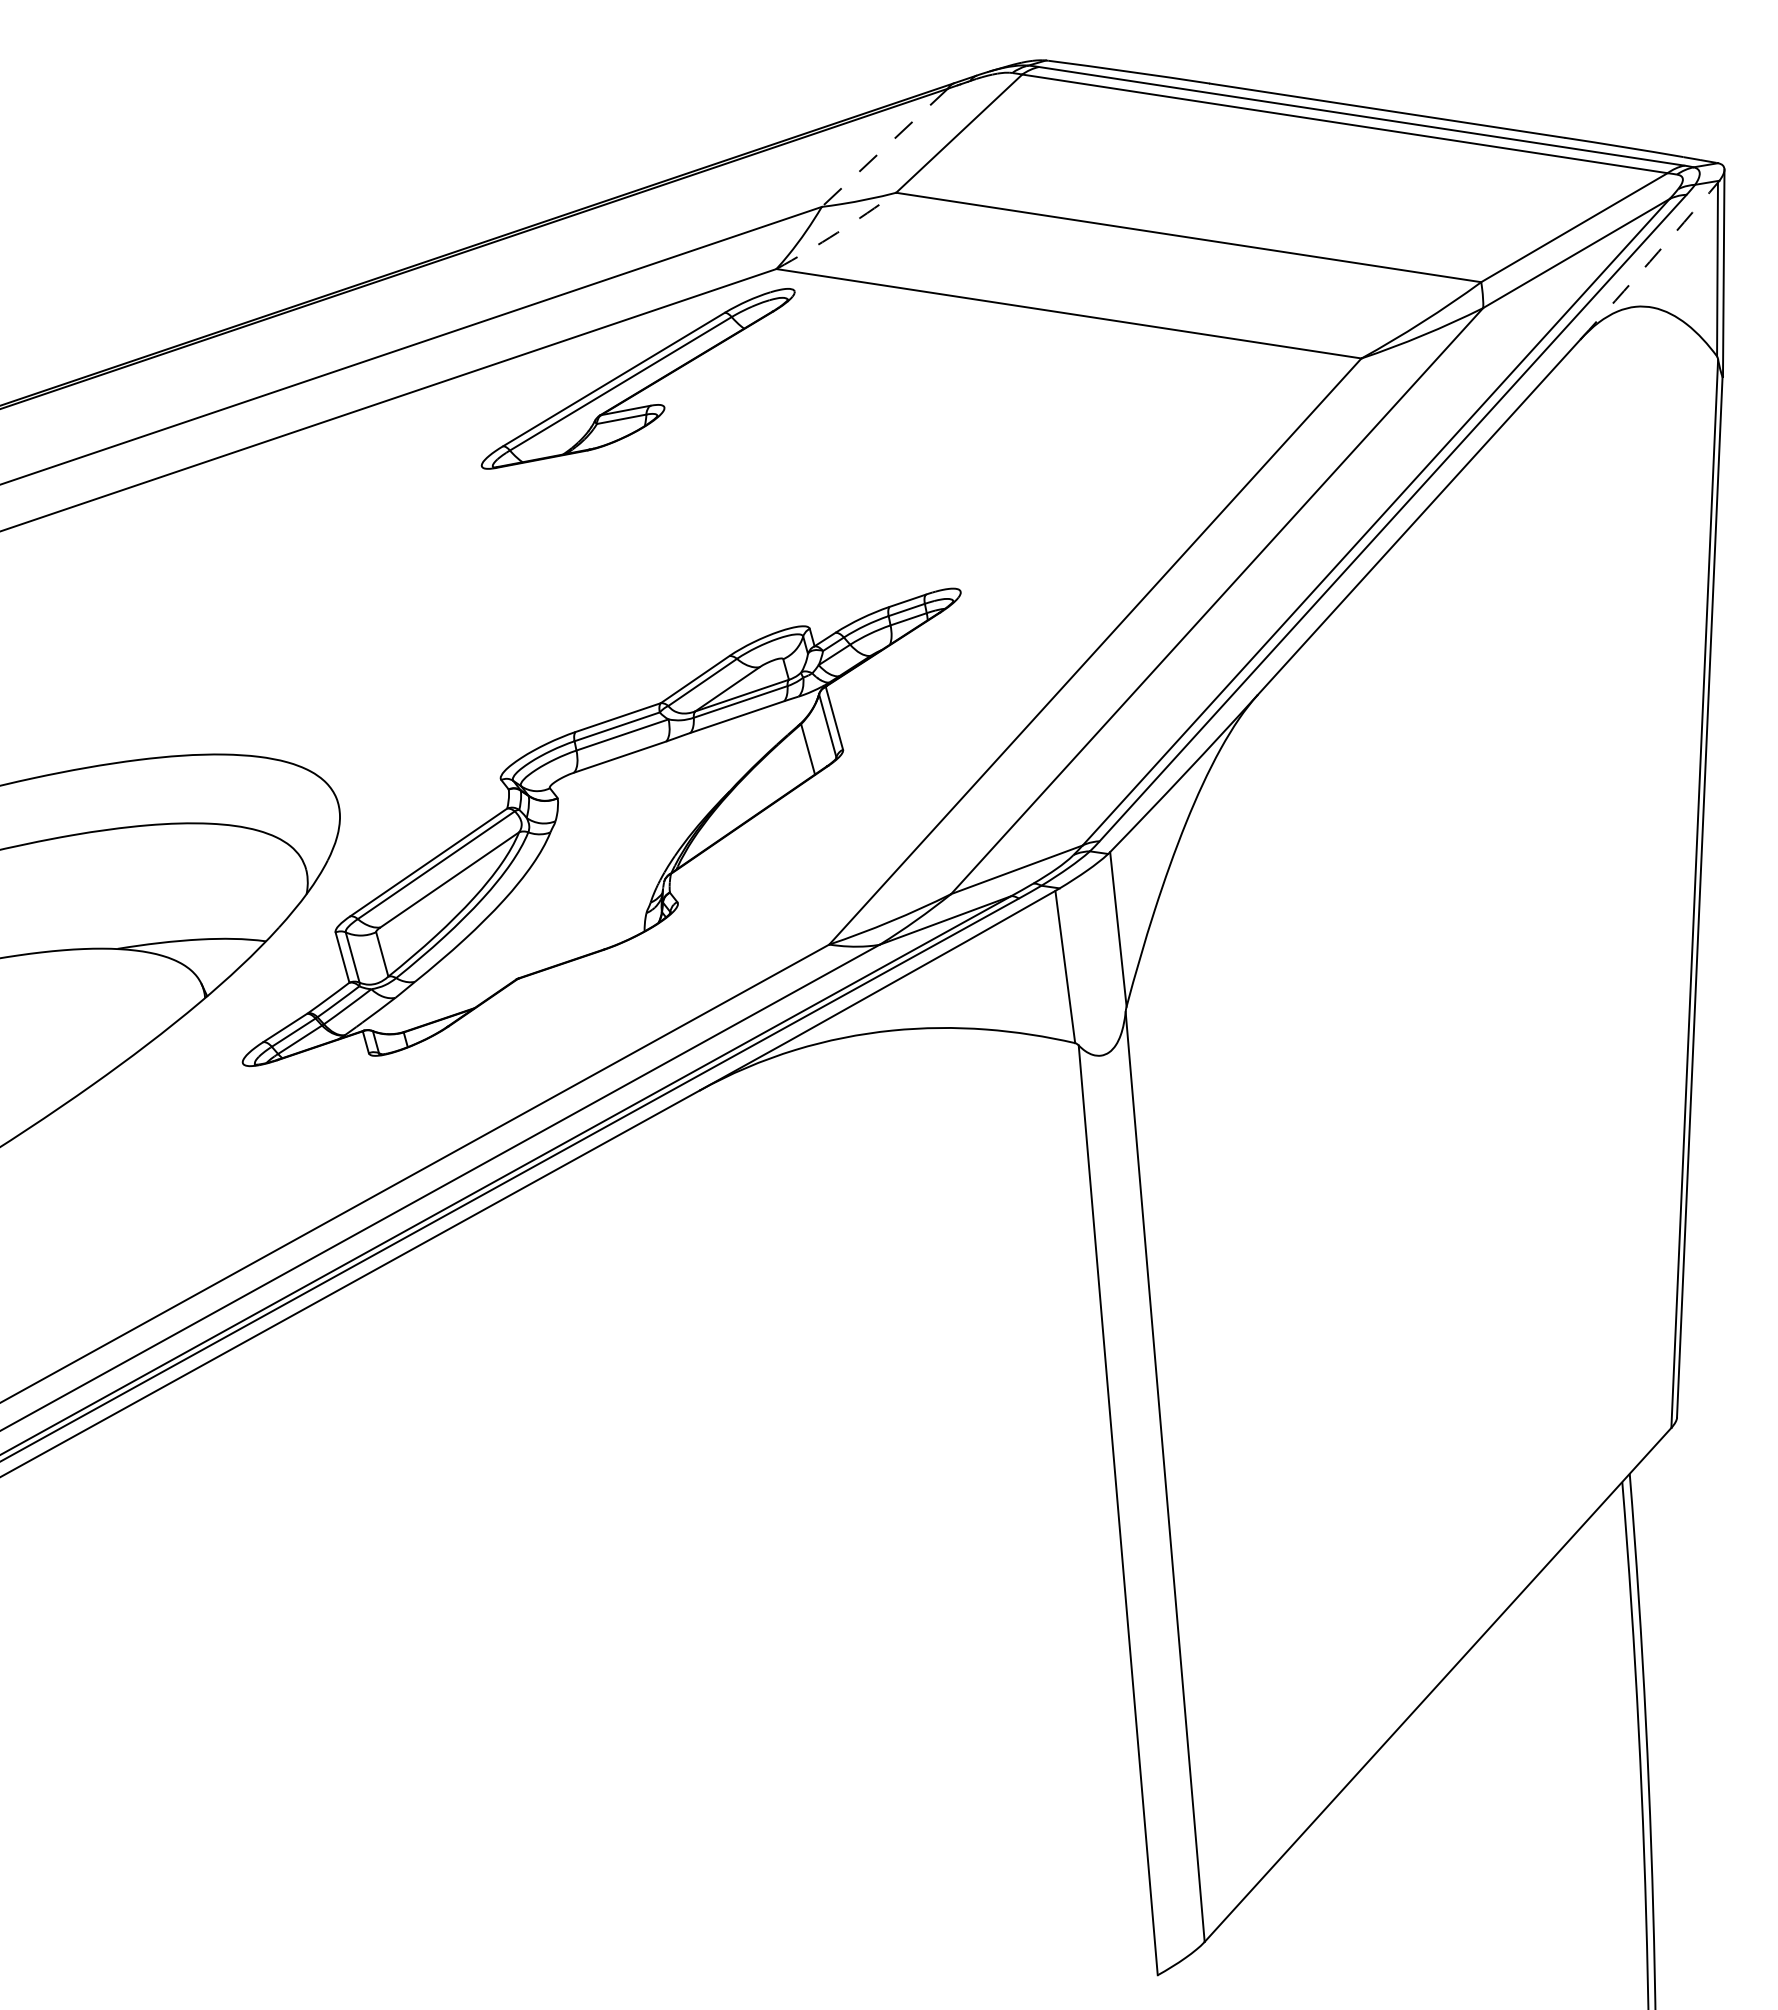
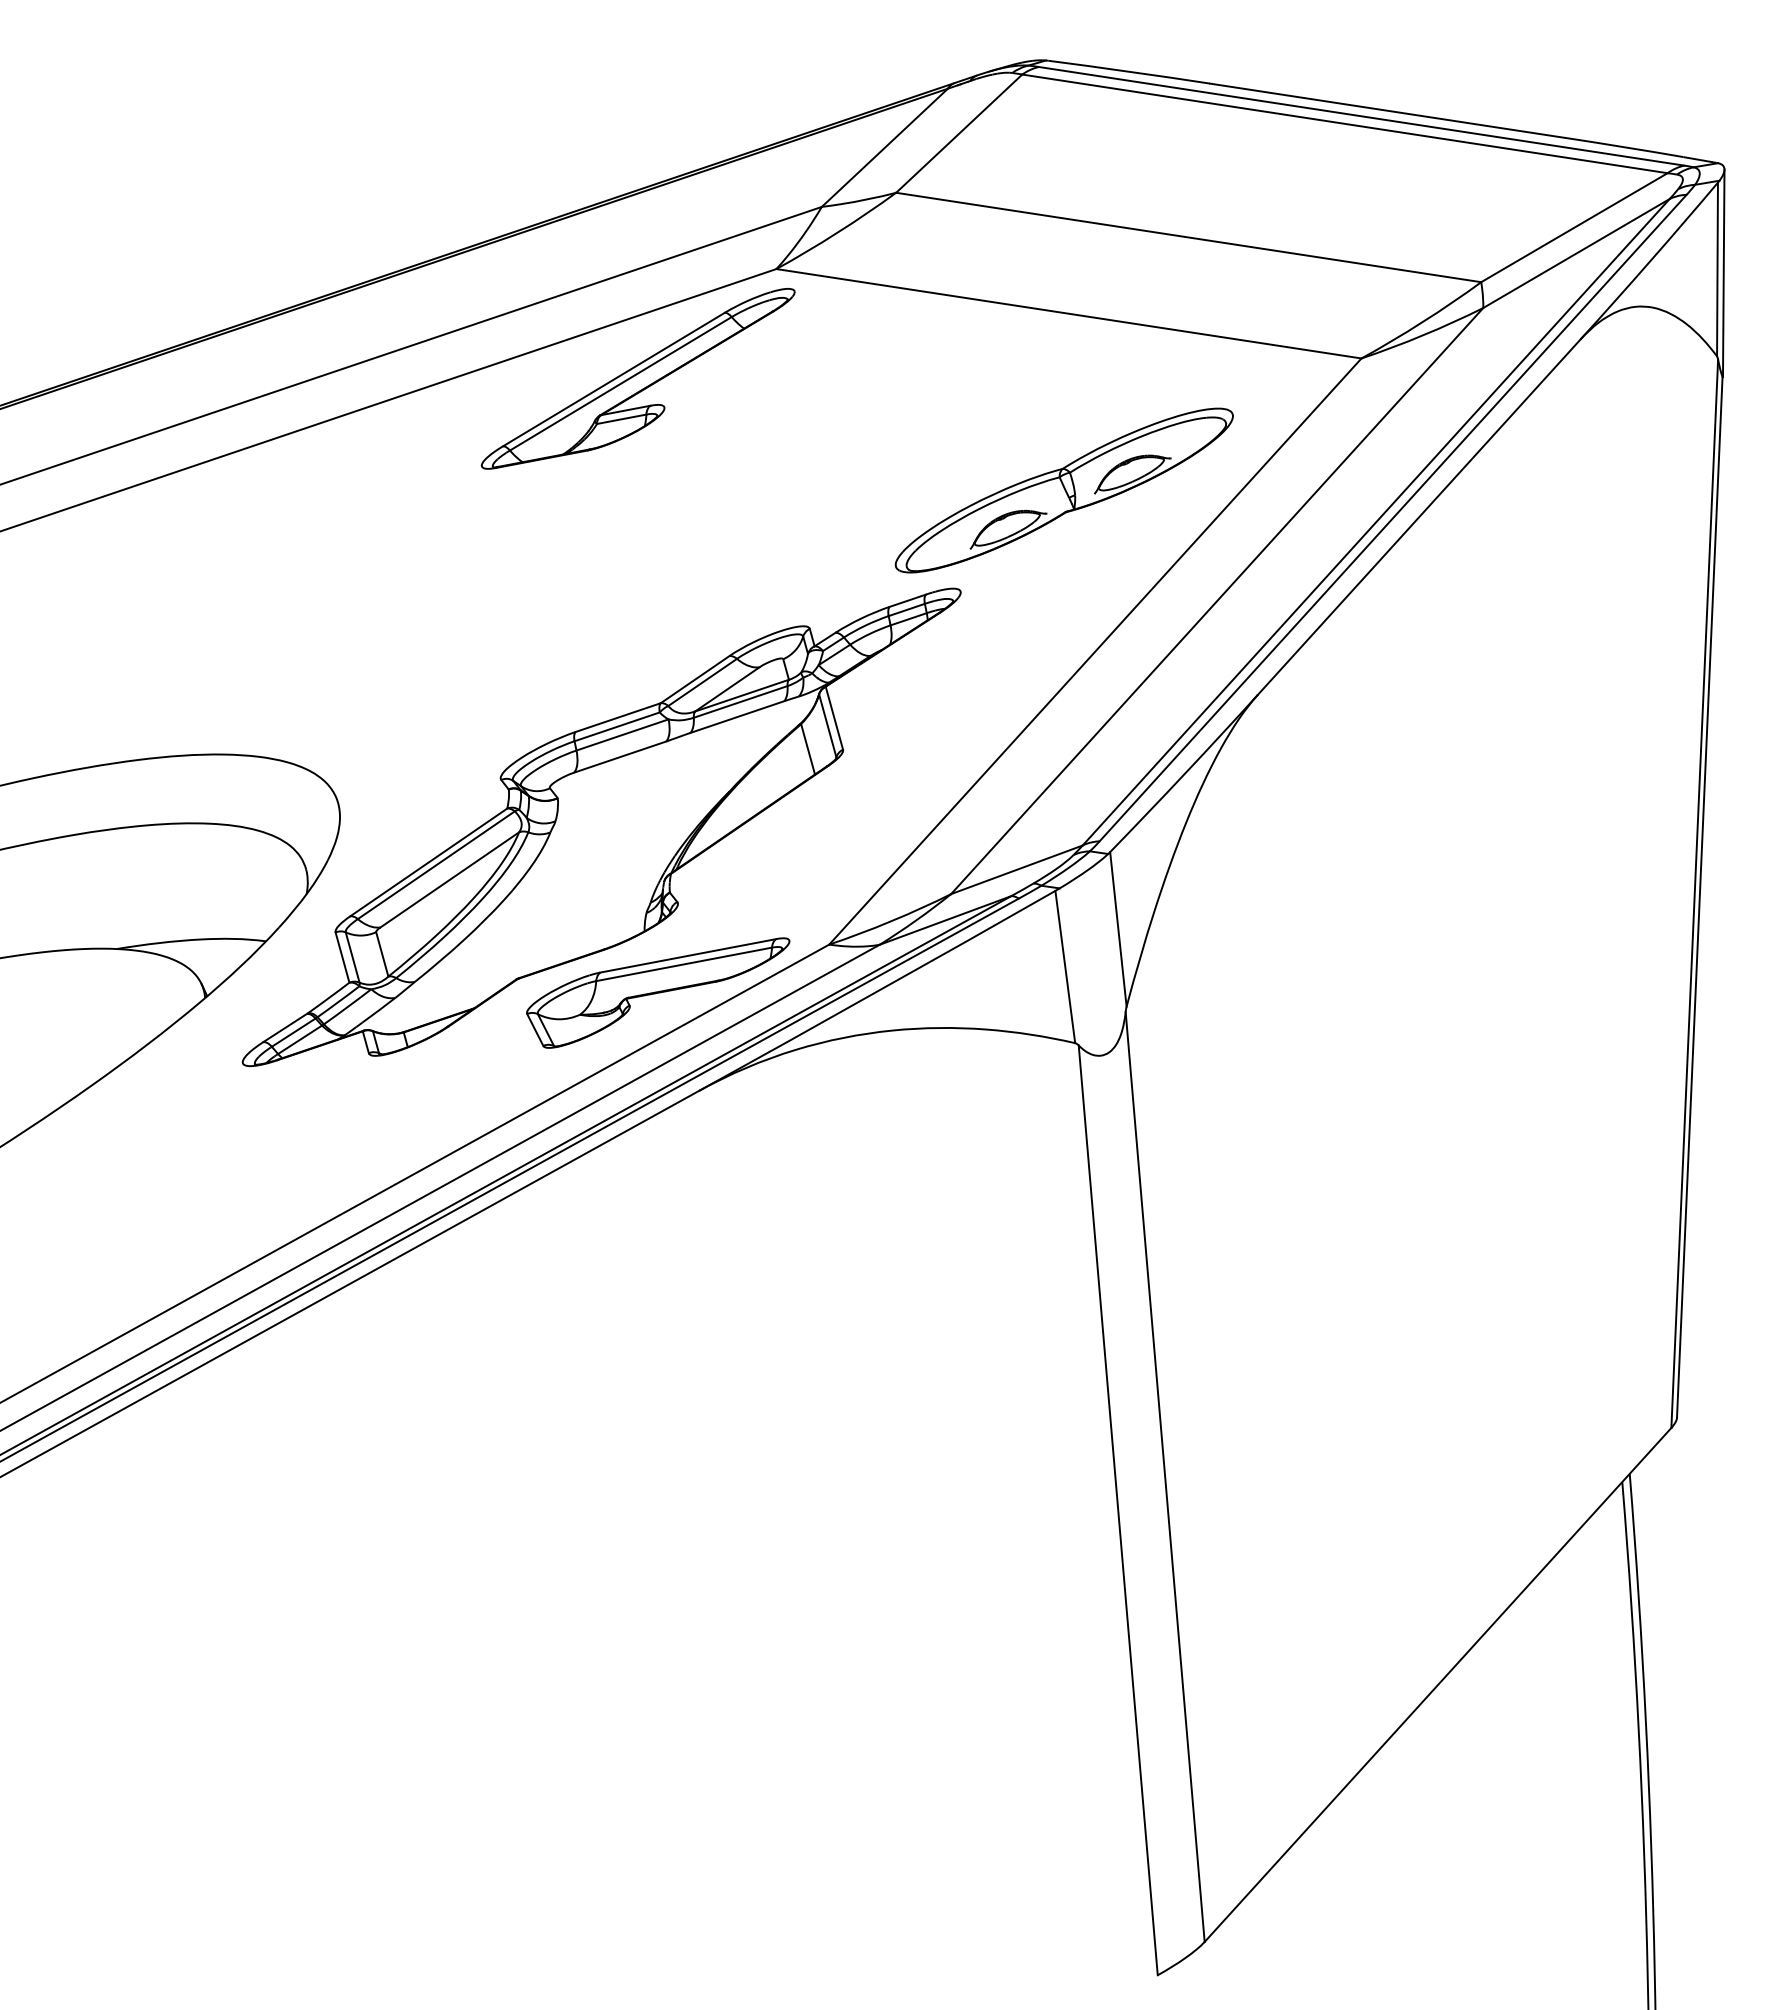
line at (884, 148): dashed -> solid
arc at (837, 232): dashed -> solid
arc at (1649, 261): dashed -> solid
part at (1063, 490): none -> present
part at (658, 992): none -> present
